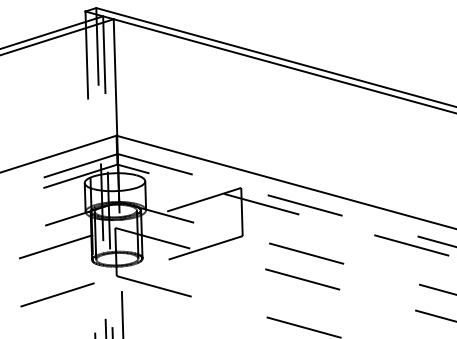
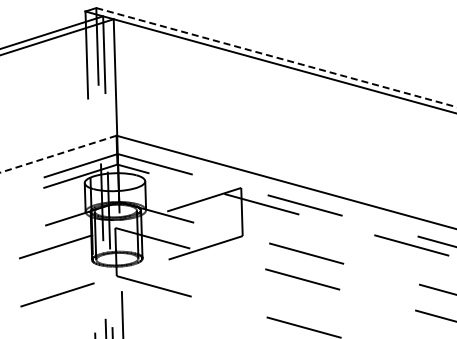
line at (276, 57): solid -> dashed
line at (58, 154): solid -> dashed
